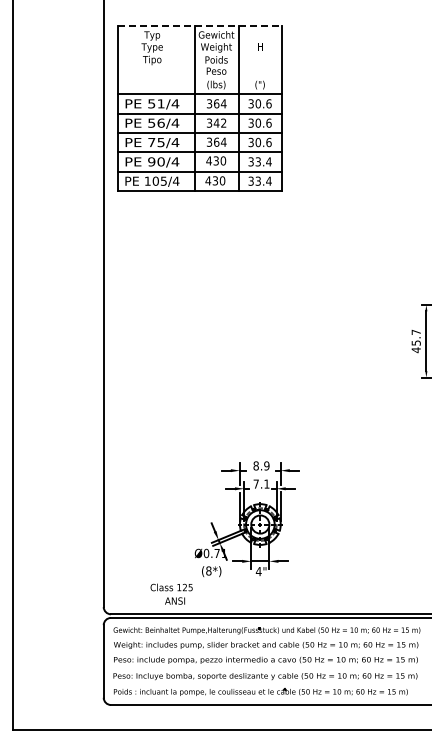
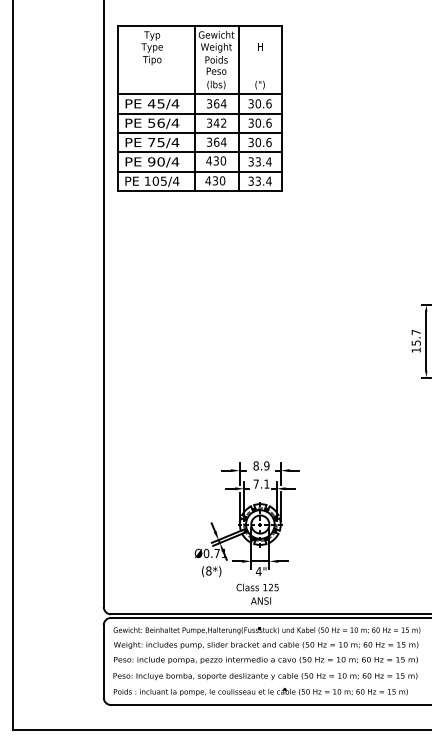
line at (200, 26): dashed -> solid
text at (155, 103): 51/4 -> 45/4
text at (415, 350): 45.7 -> 15.7
text at (171, 593) position: (171, 593) -> (257, 593)
